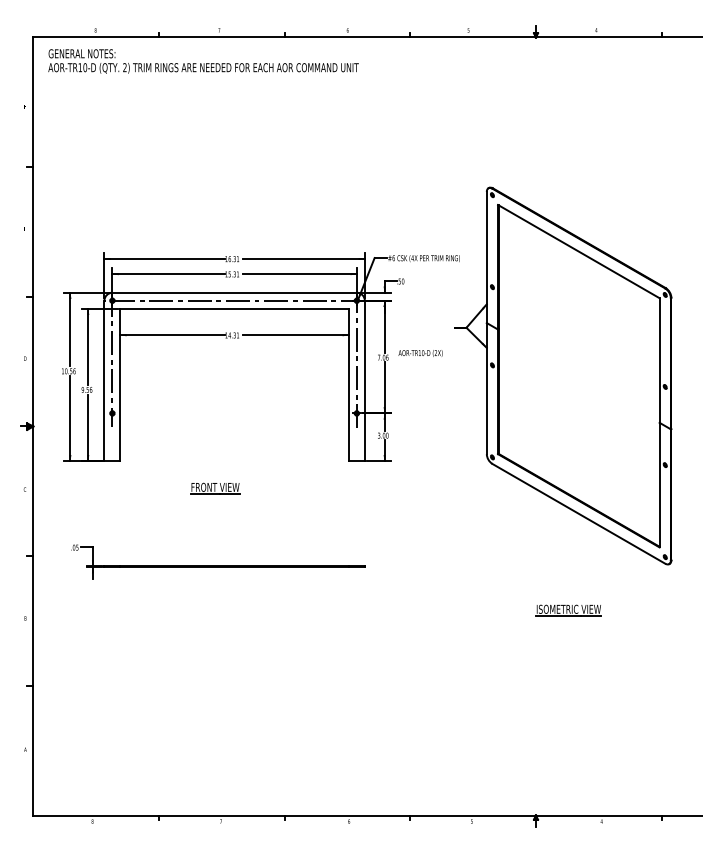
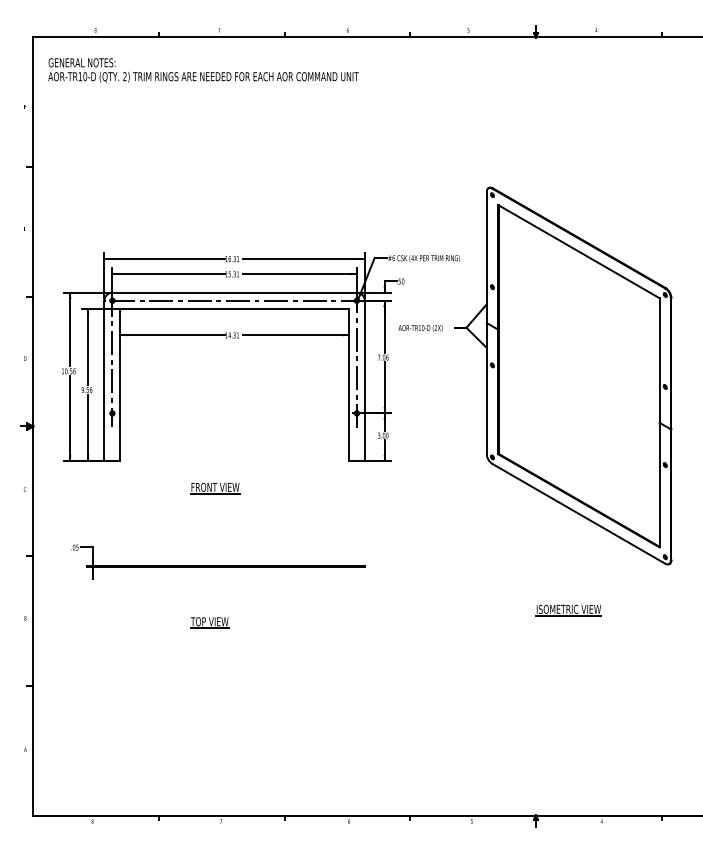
text at (203, 61) position: (203, 61) -> (203, 70)
text at (420, 353) position: (420, 353) -> (420, 328)
part at (209, 622): none -> present
